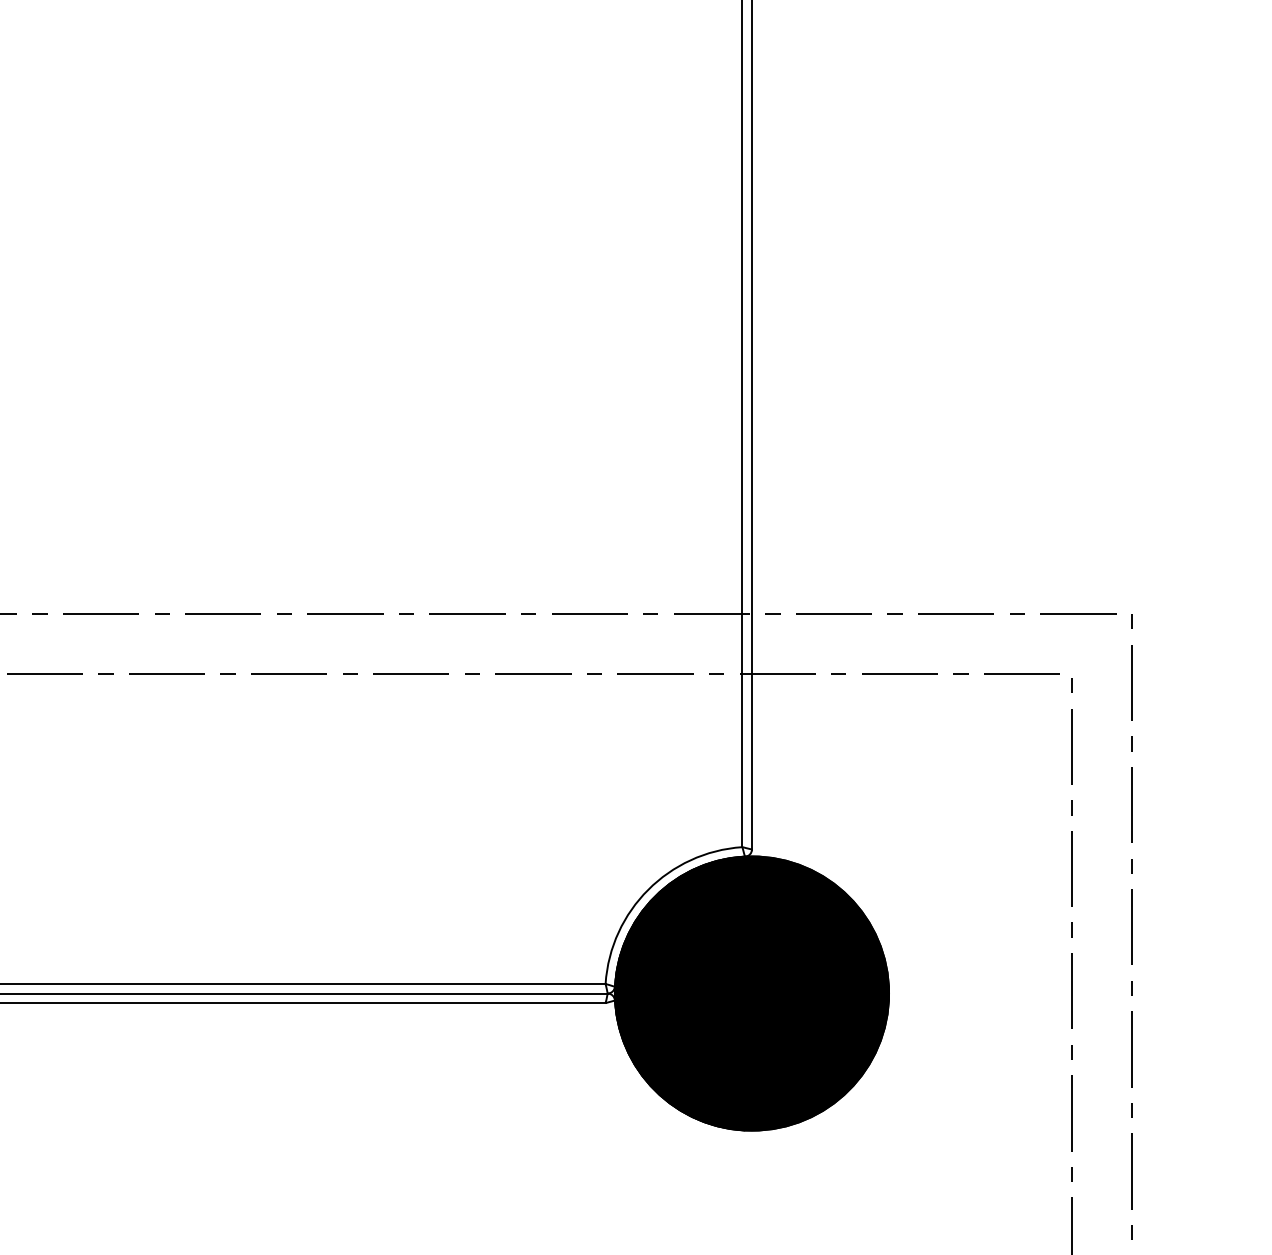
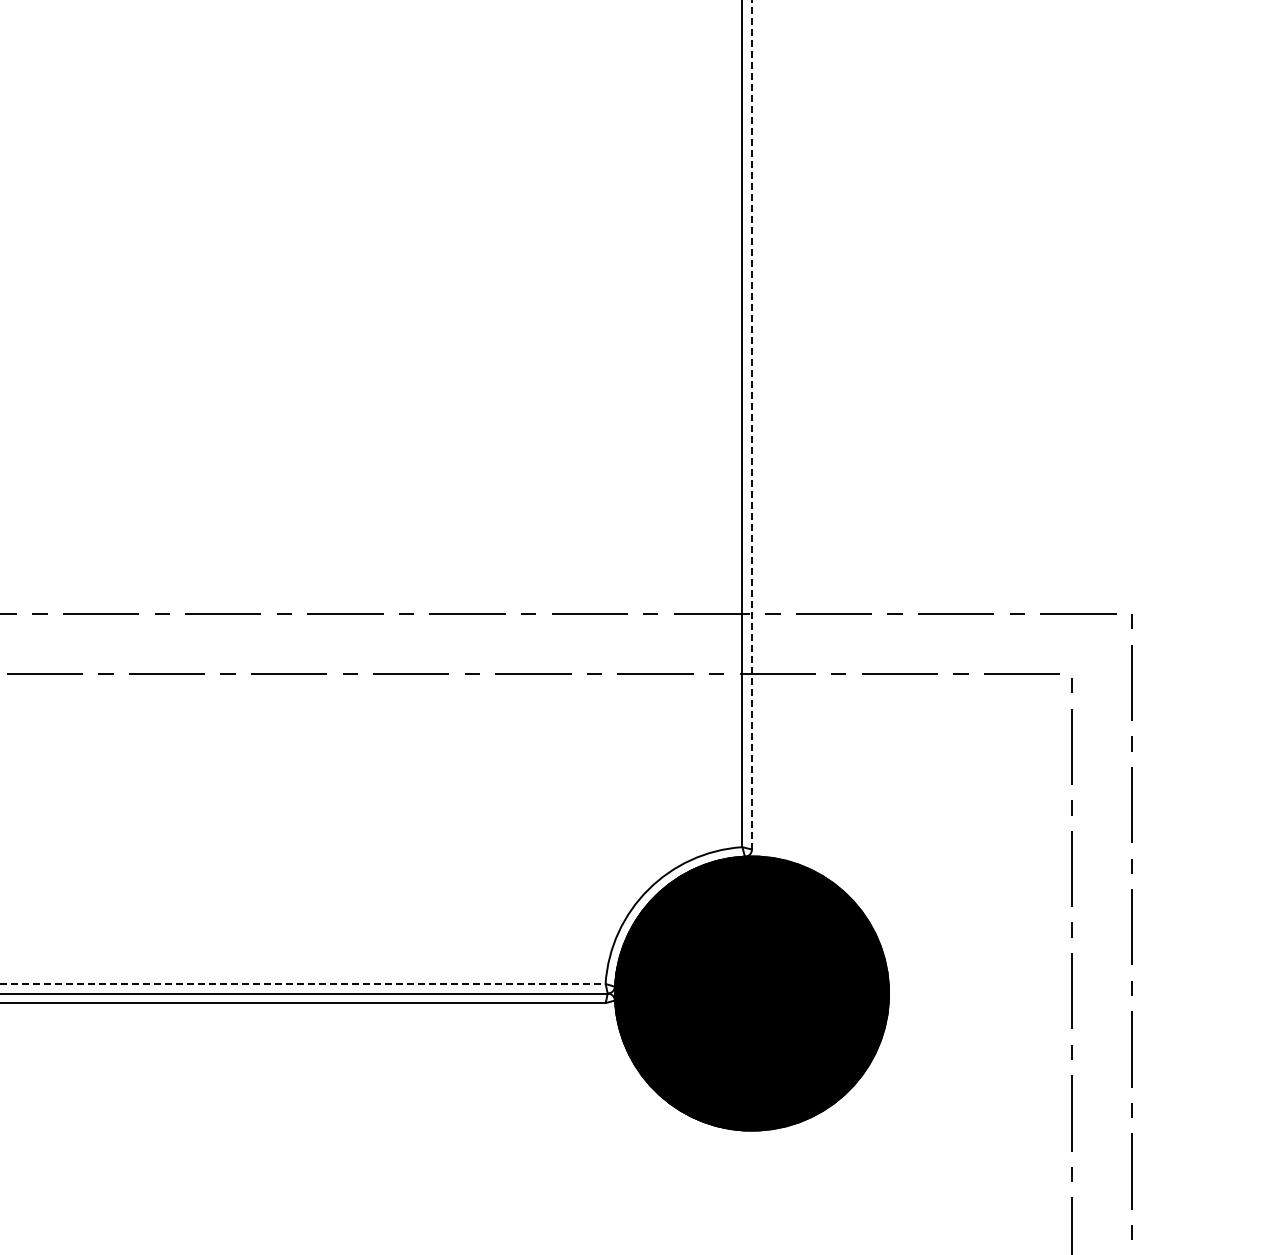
line at (751, 424): solid -> dashed
line at (303, 983): solid -> dashed
